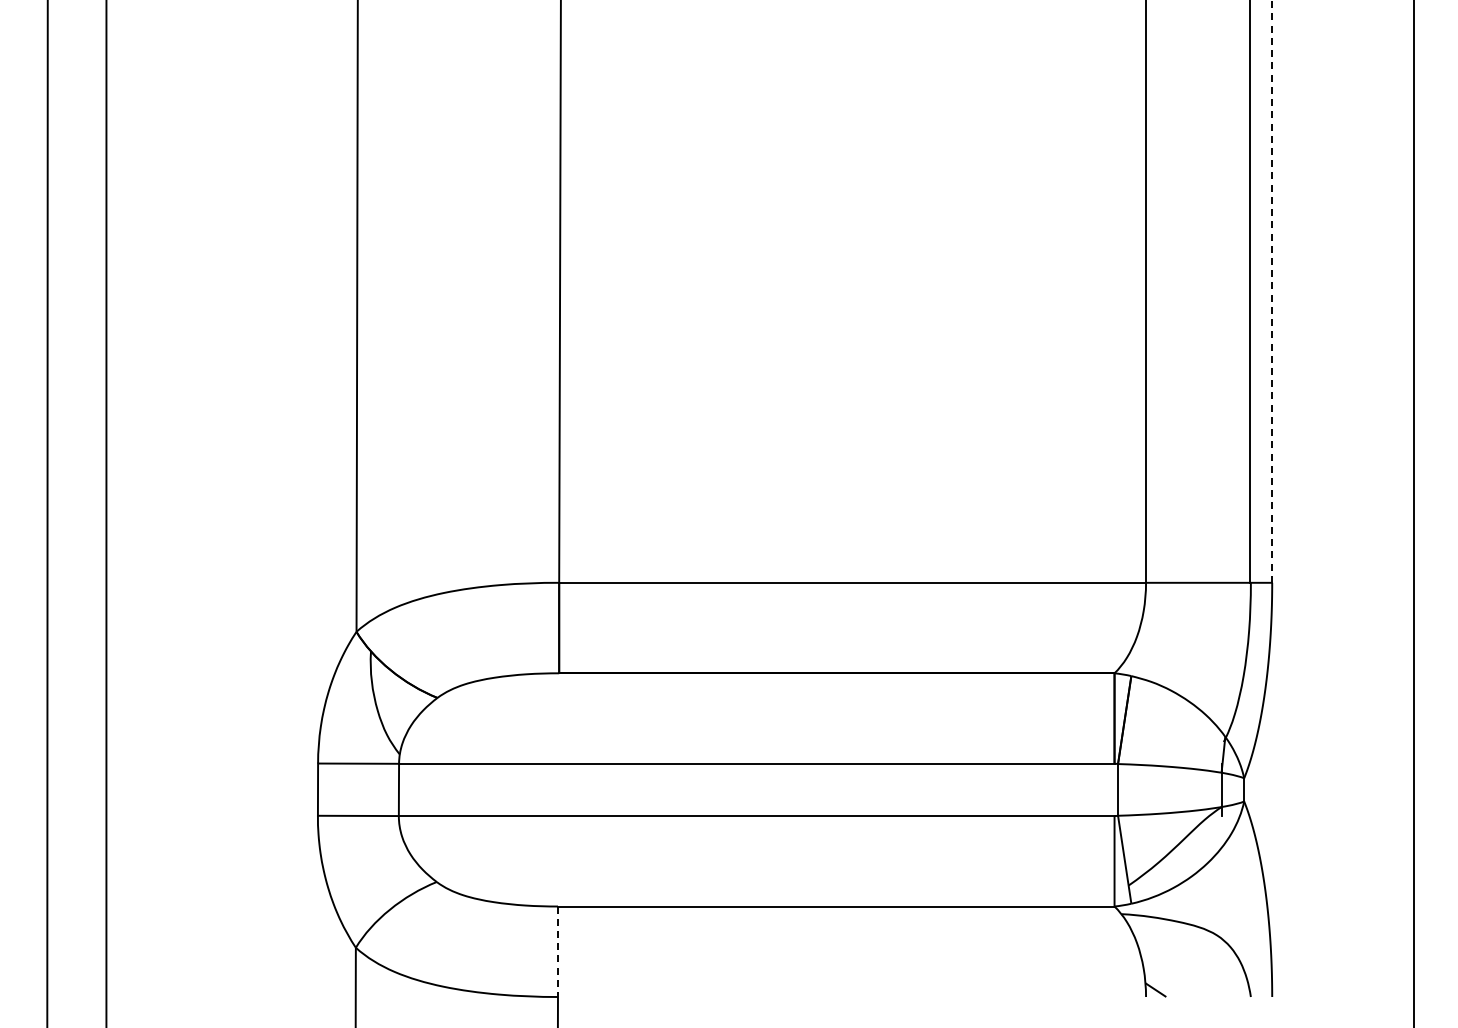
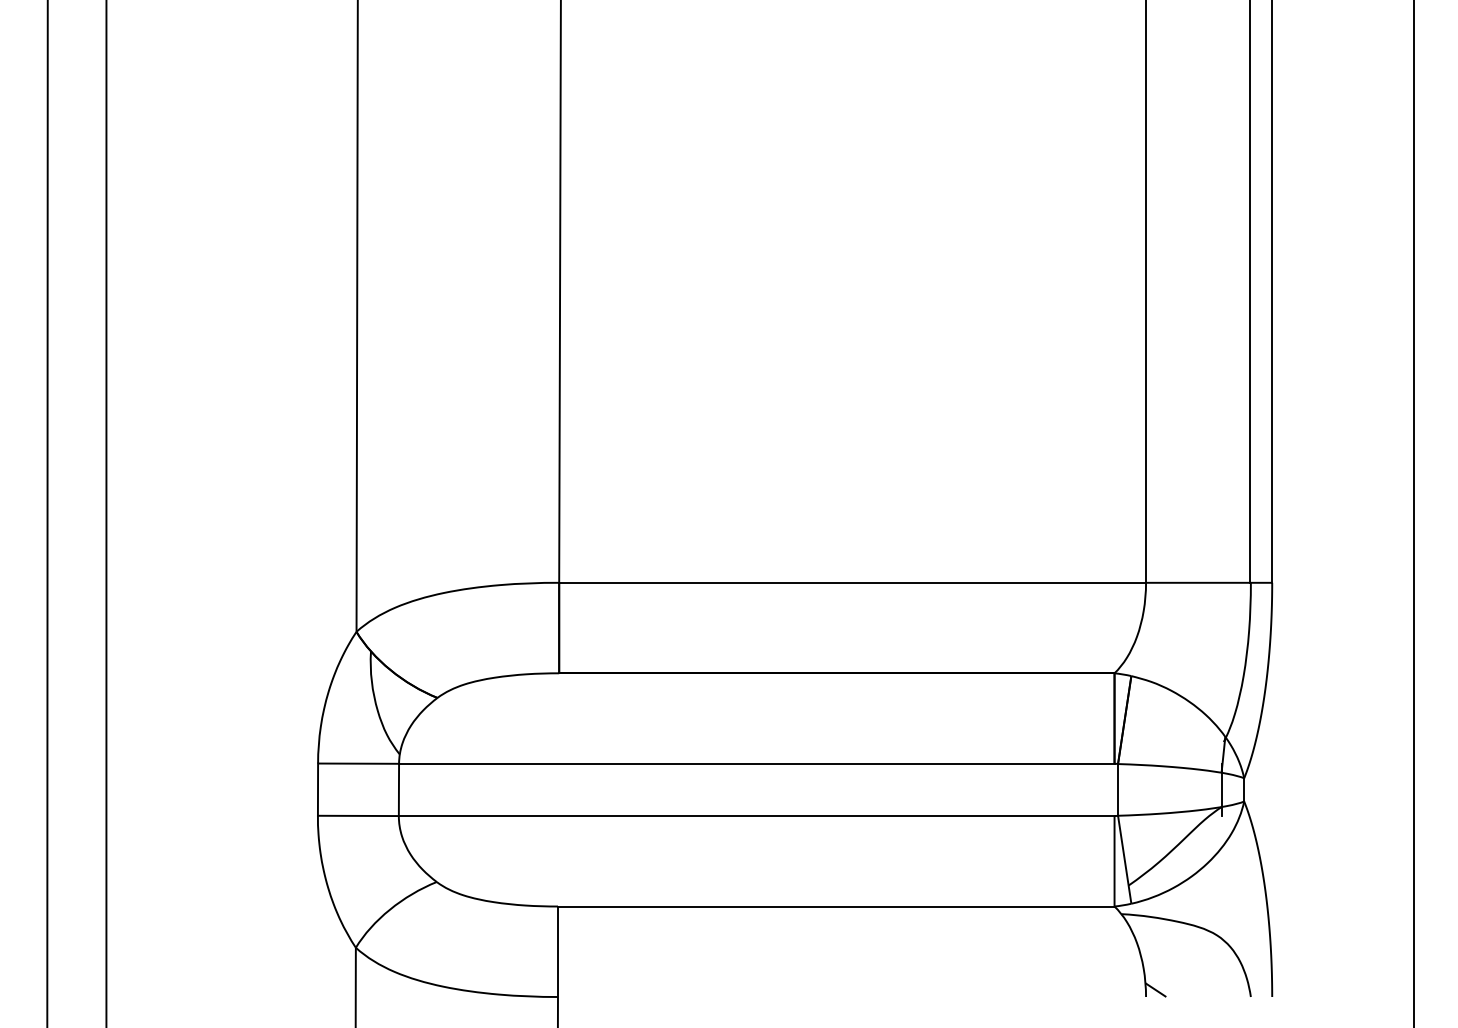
line at (1272, 291): dashed -> solid
arc at (557, 948): dashed -> solid
